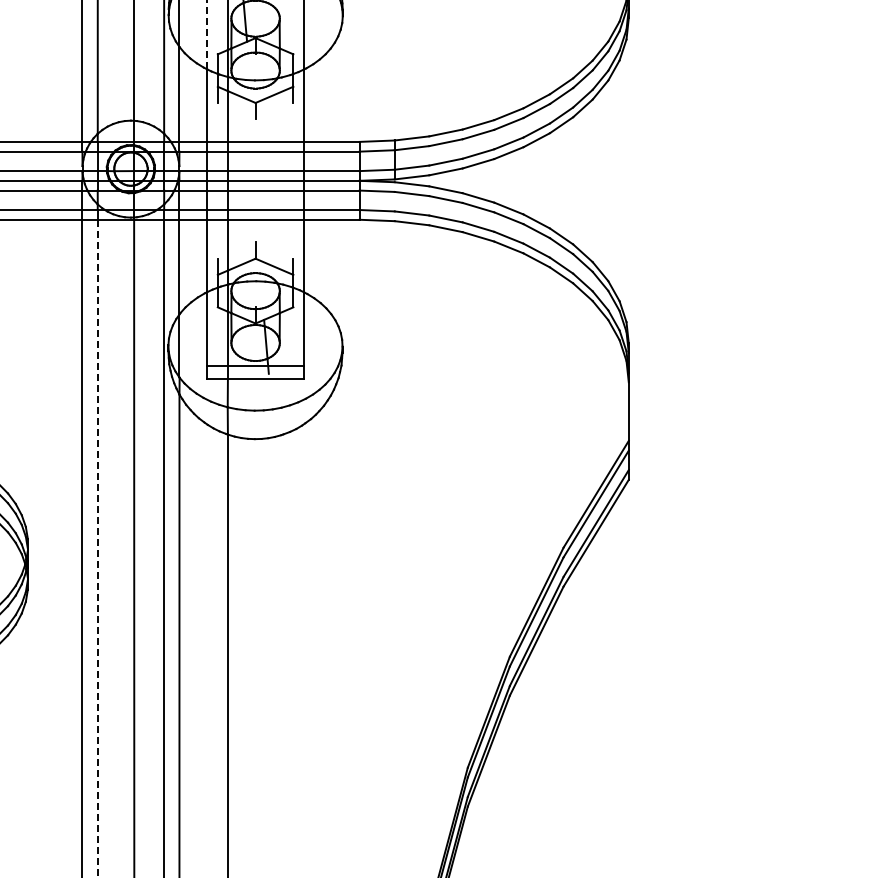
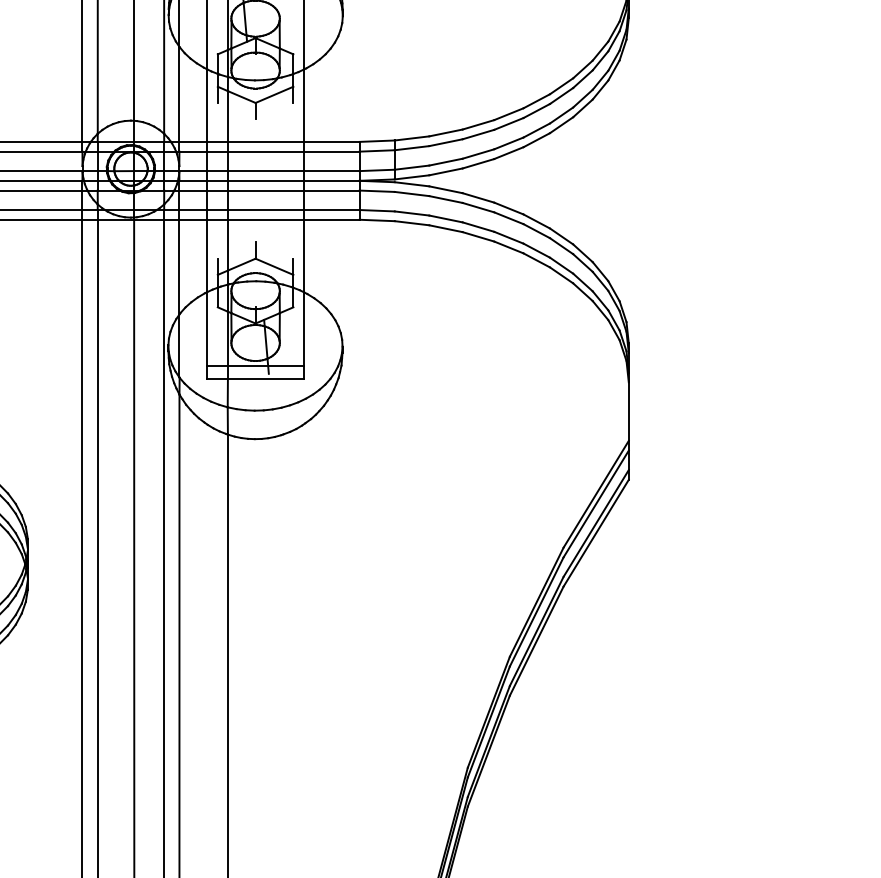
line at (207, 34): dashed -> solid
line at (97, 548): dashed -> solid
